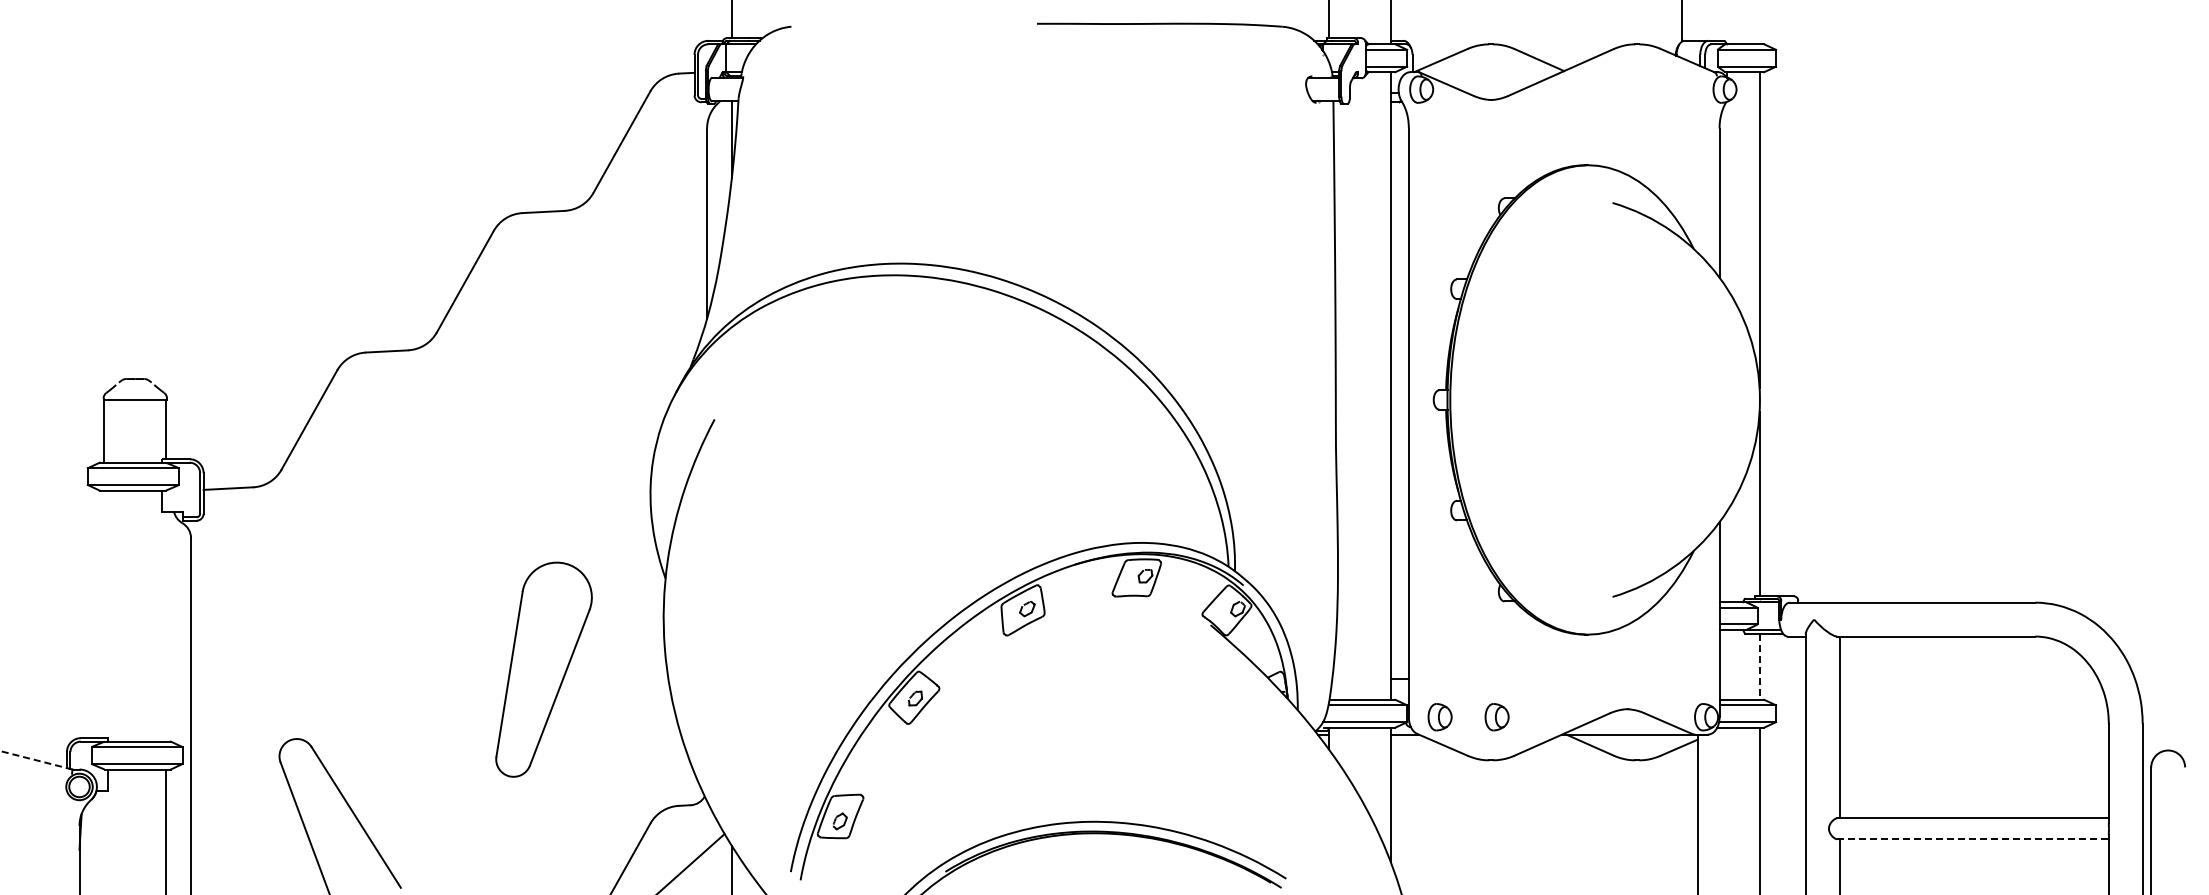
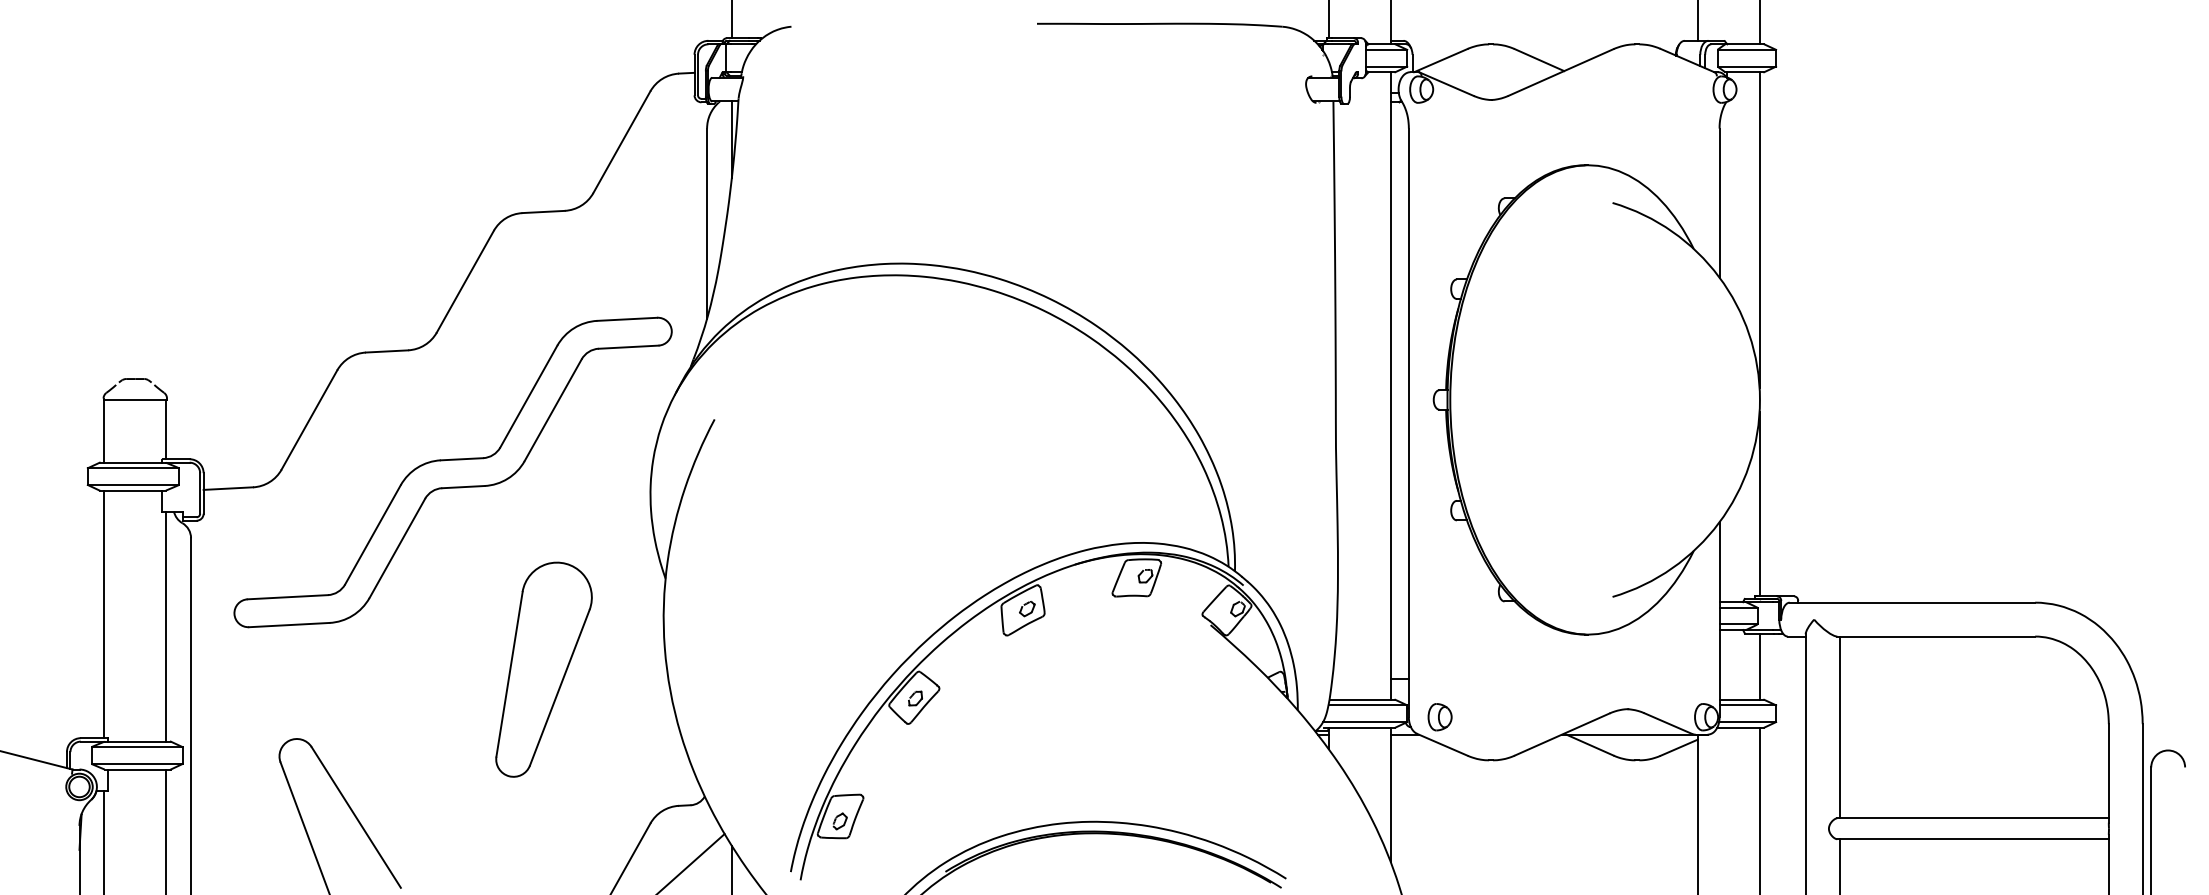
line at (1681, 21) position: (1681, 21) -> (1697, 21)
line at (1759, 23): none -> present
part at (452, 472): none -> present
line at (104, 614): none -> present
line at (166, 626): none -> present
line at (1759, 667): dashed -> solid
part at (1496, 717): present -> none
line at (36, 760): dashed -> solid
line at (1973, 839): dashed -> solid
line at (104, 840): none -> present
